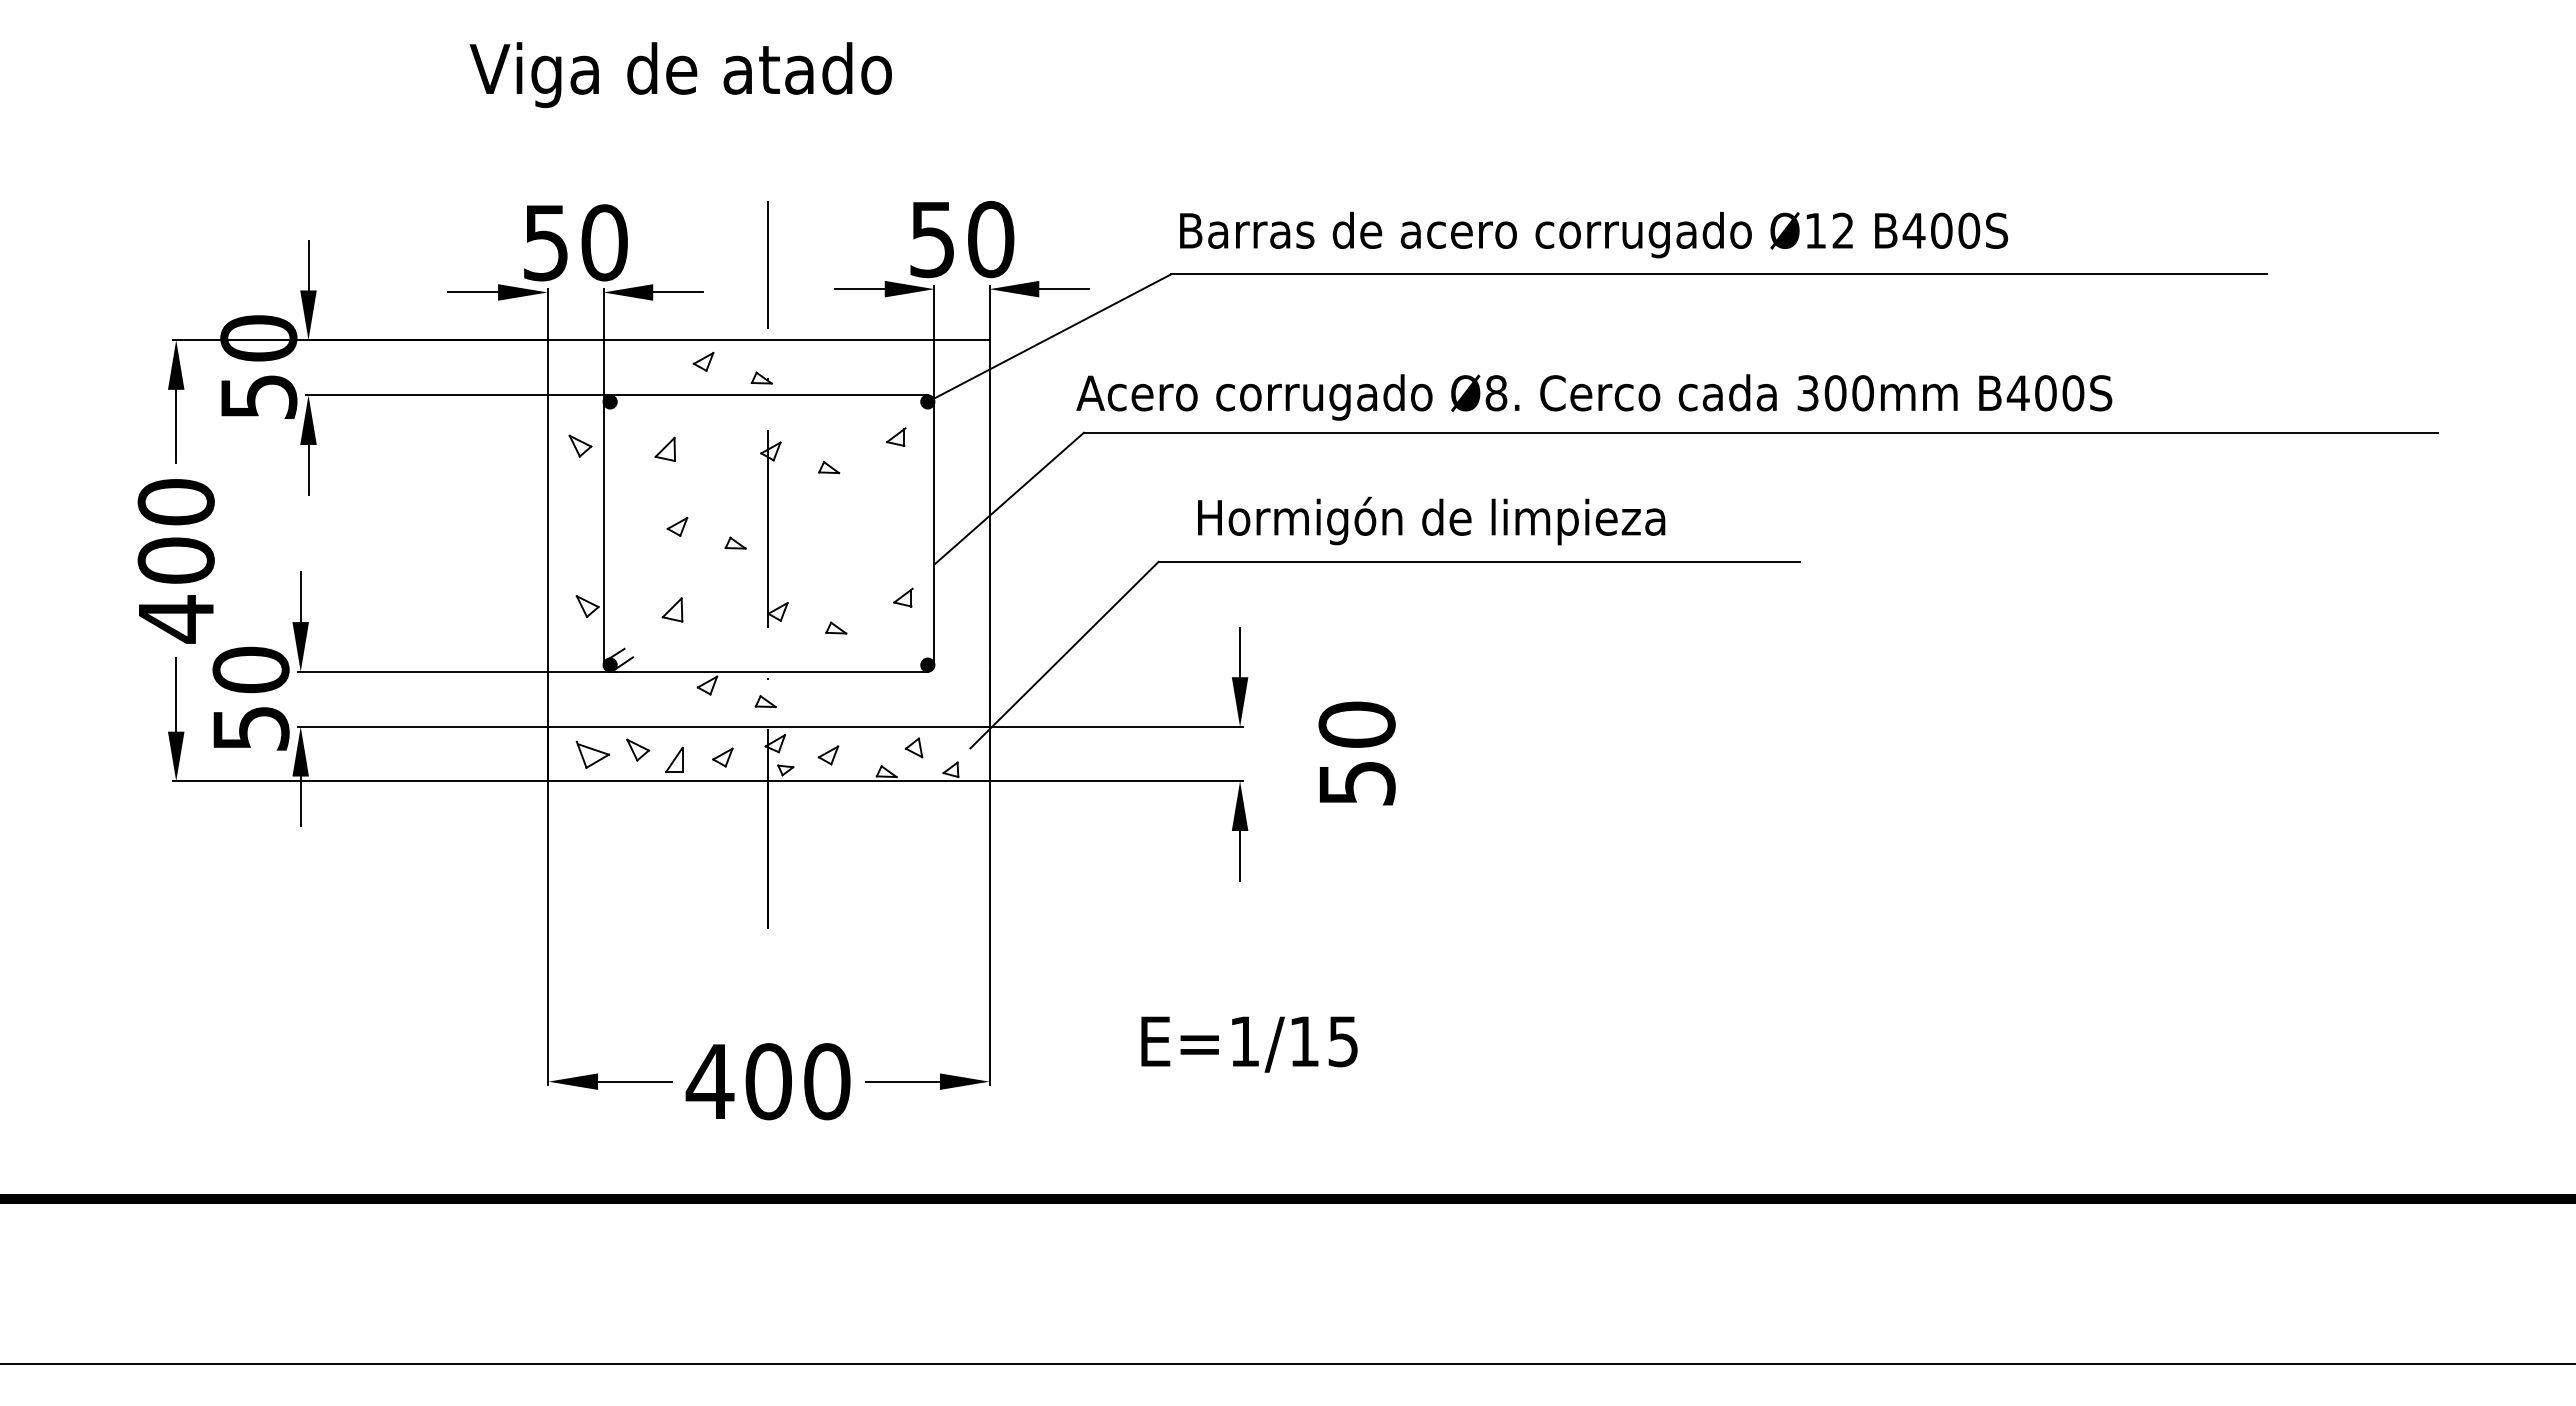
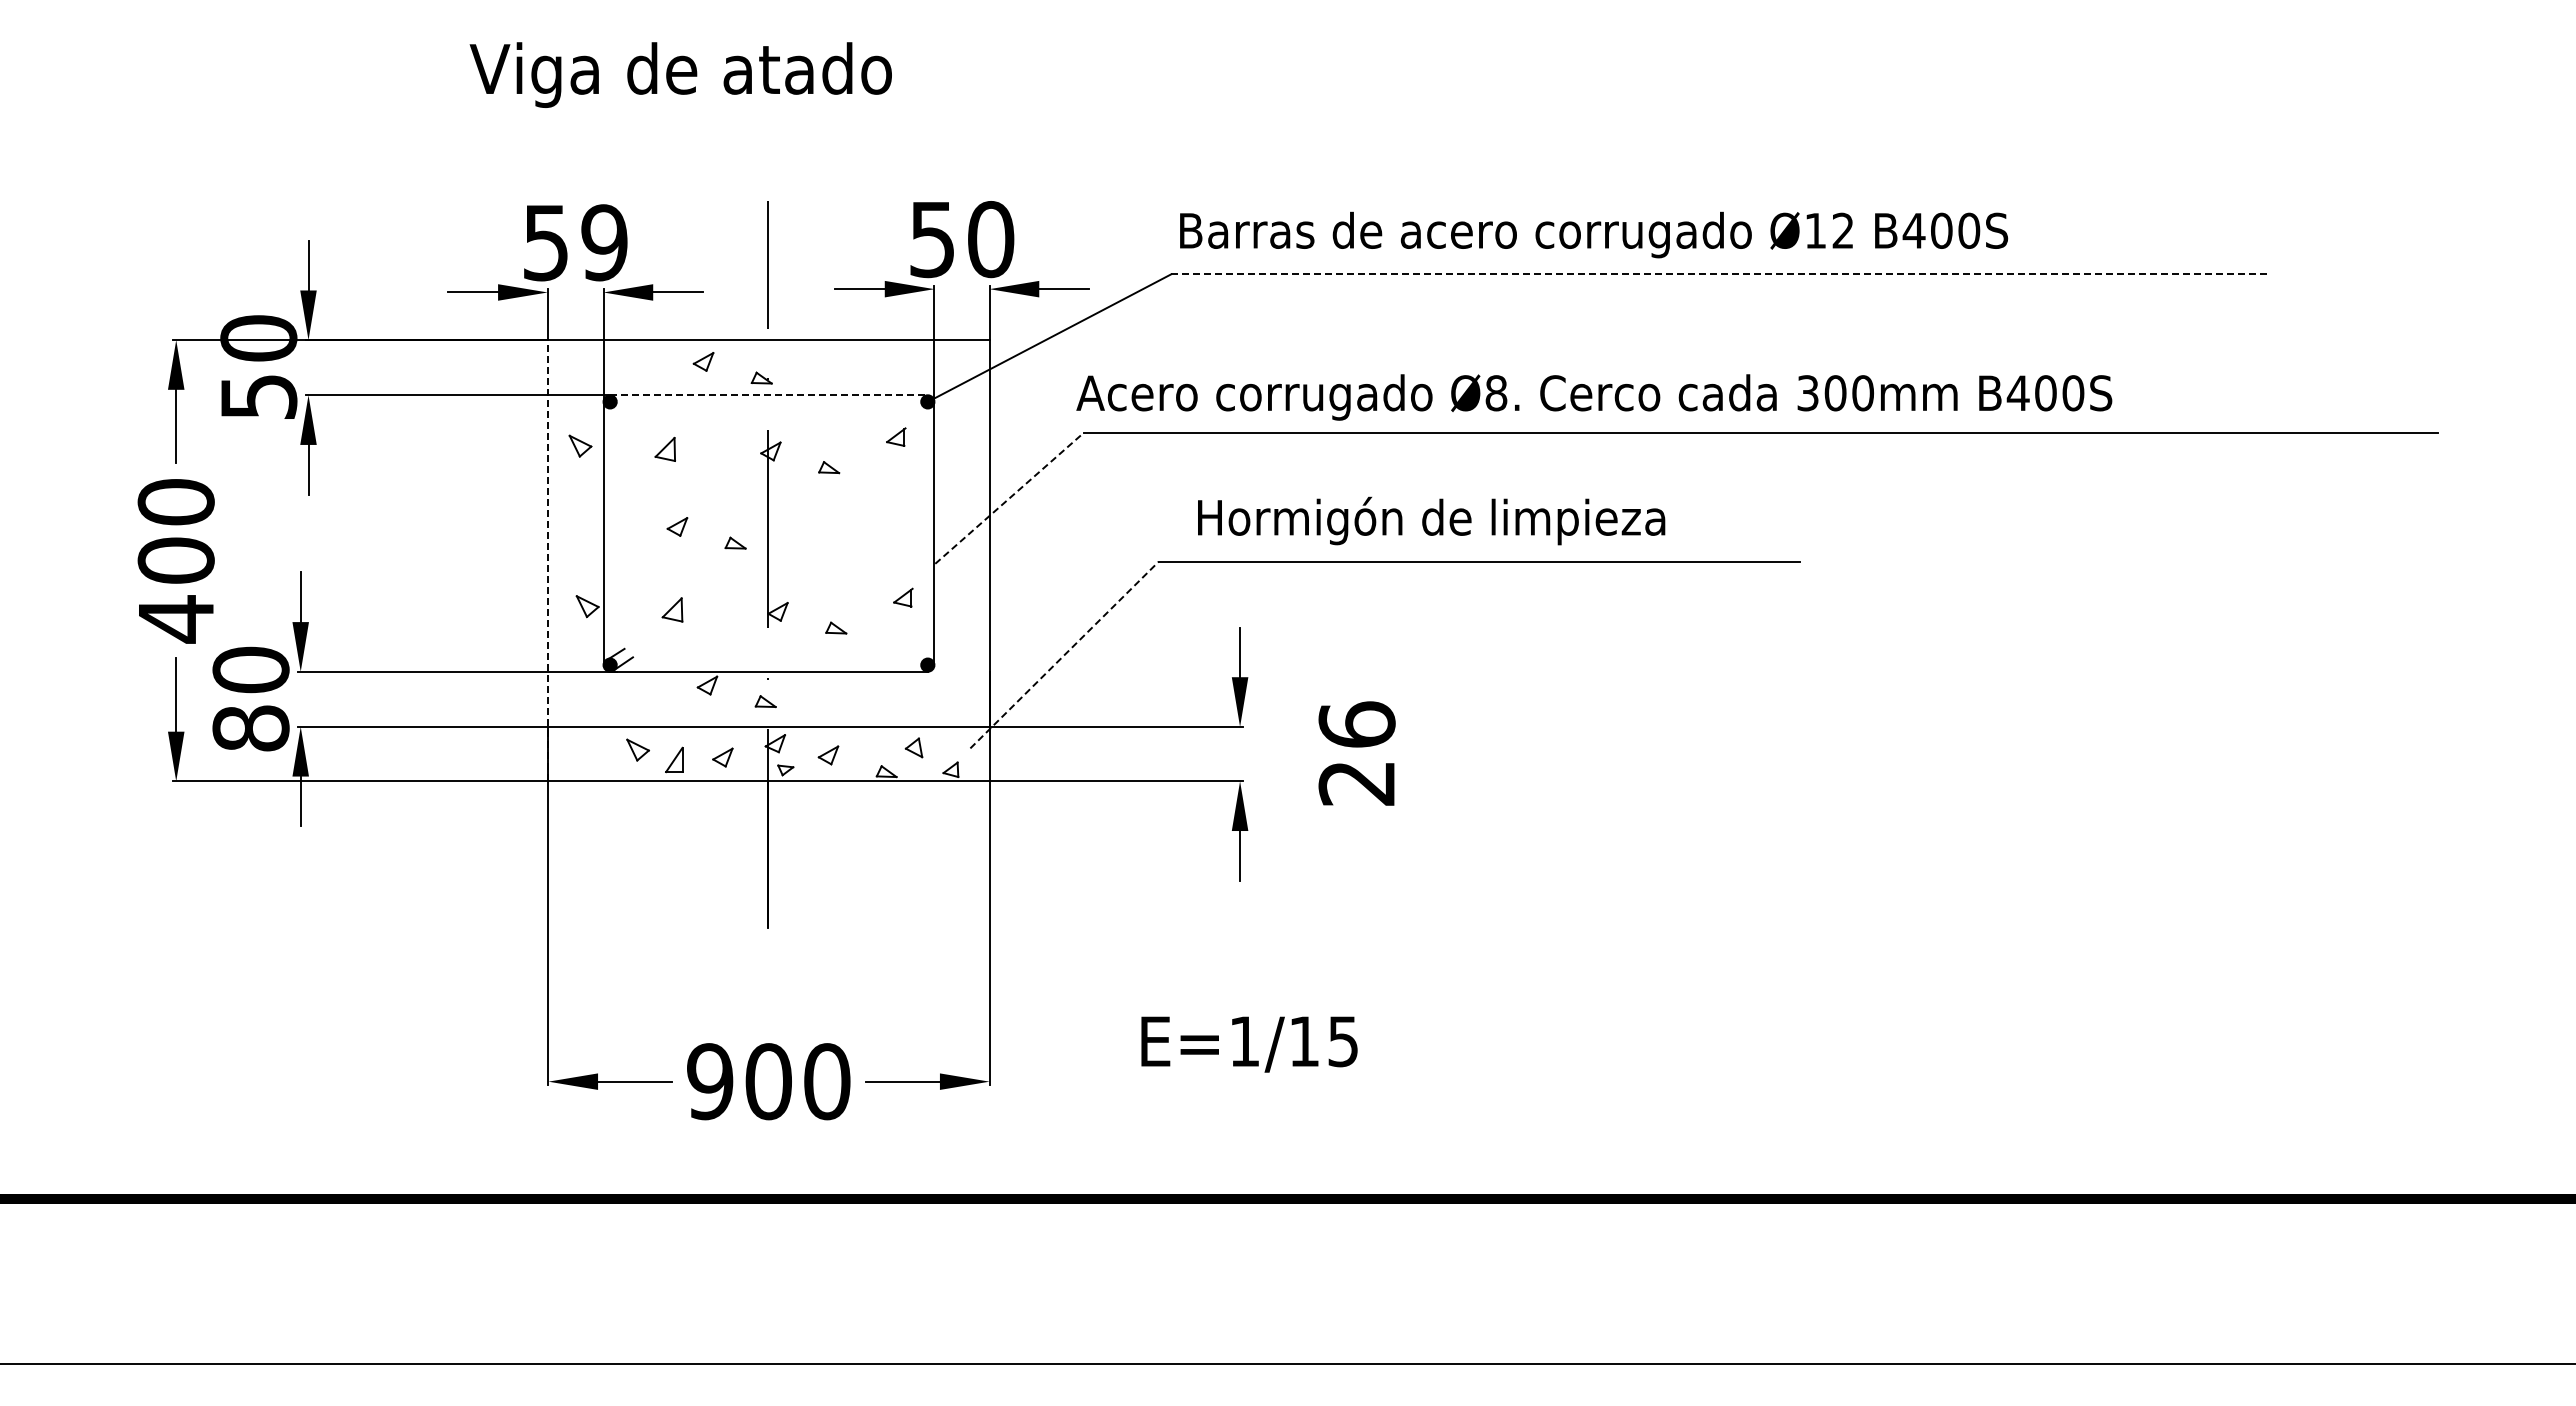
text at (604, 242): 50 -> 59
line at (1718, 274): solid -> dashed
line at (768, 395): solid -> dashed
line at (1009, 498): solid -> dashed
line at (548, 560): solid -> dashed
line at (1064, 655): solid -> dashed
text at (250, 728): 50 -> 80
text at (1356, 753): 50 -> 26
part at (592, 754): present -> none
text at (709, 1081): 400 -> 900
